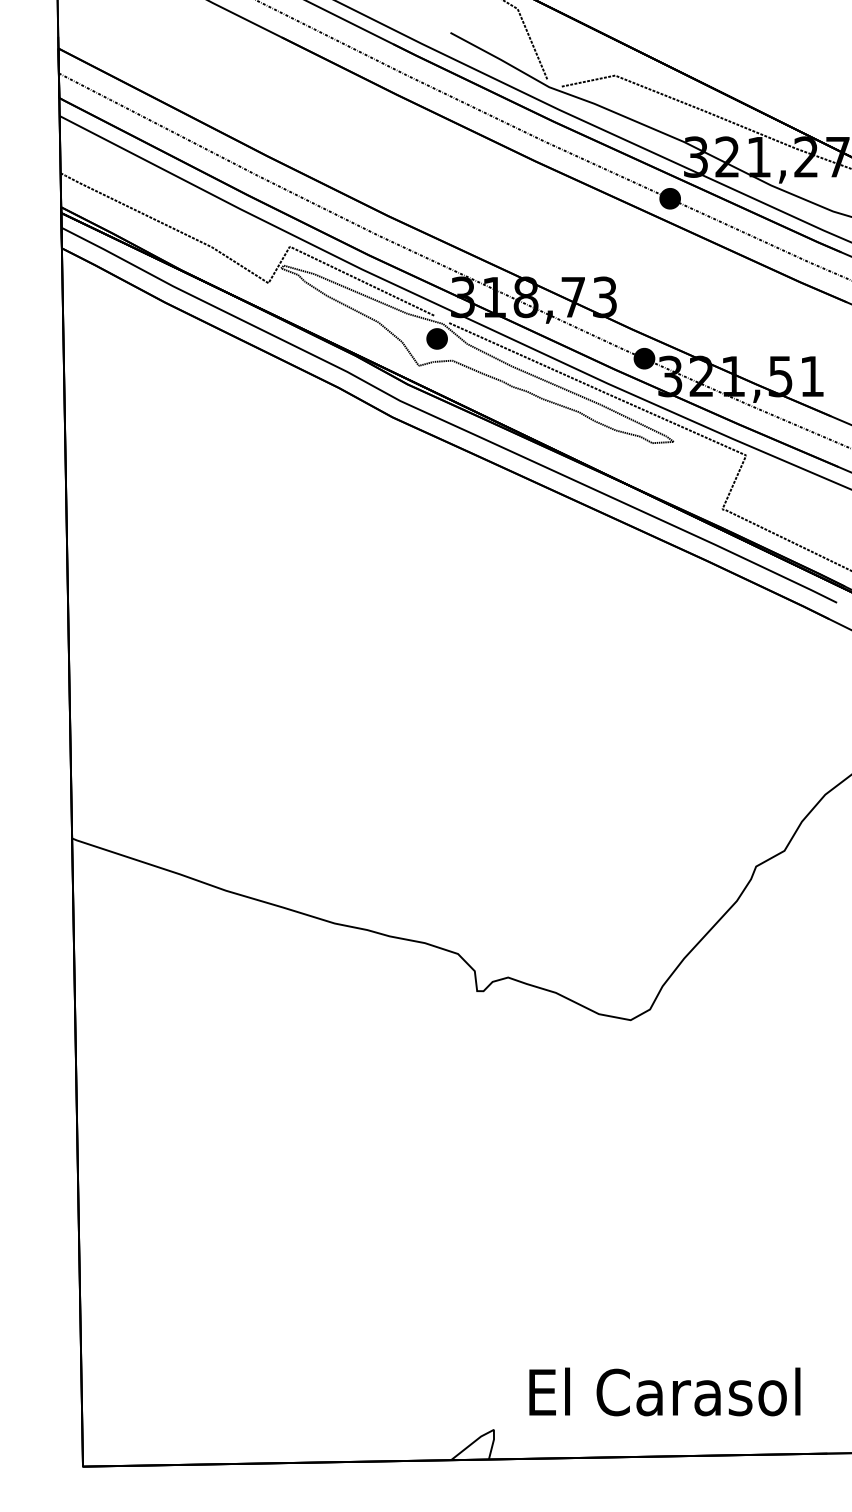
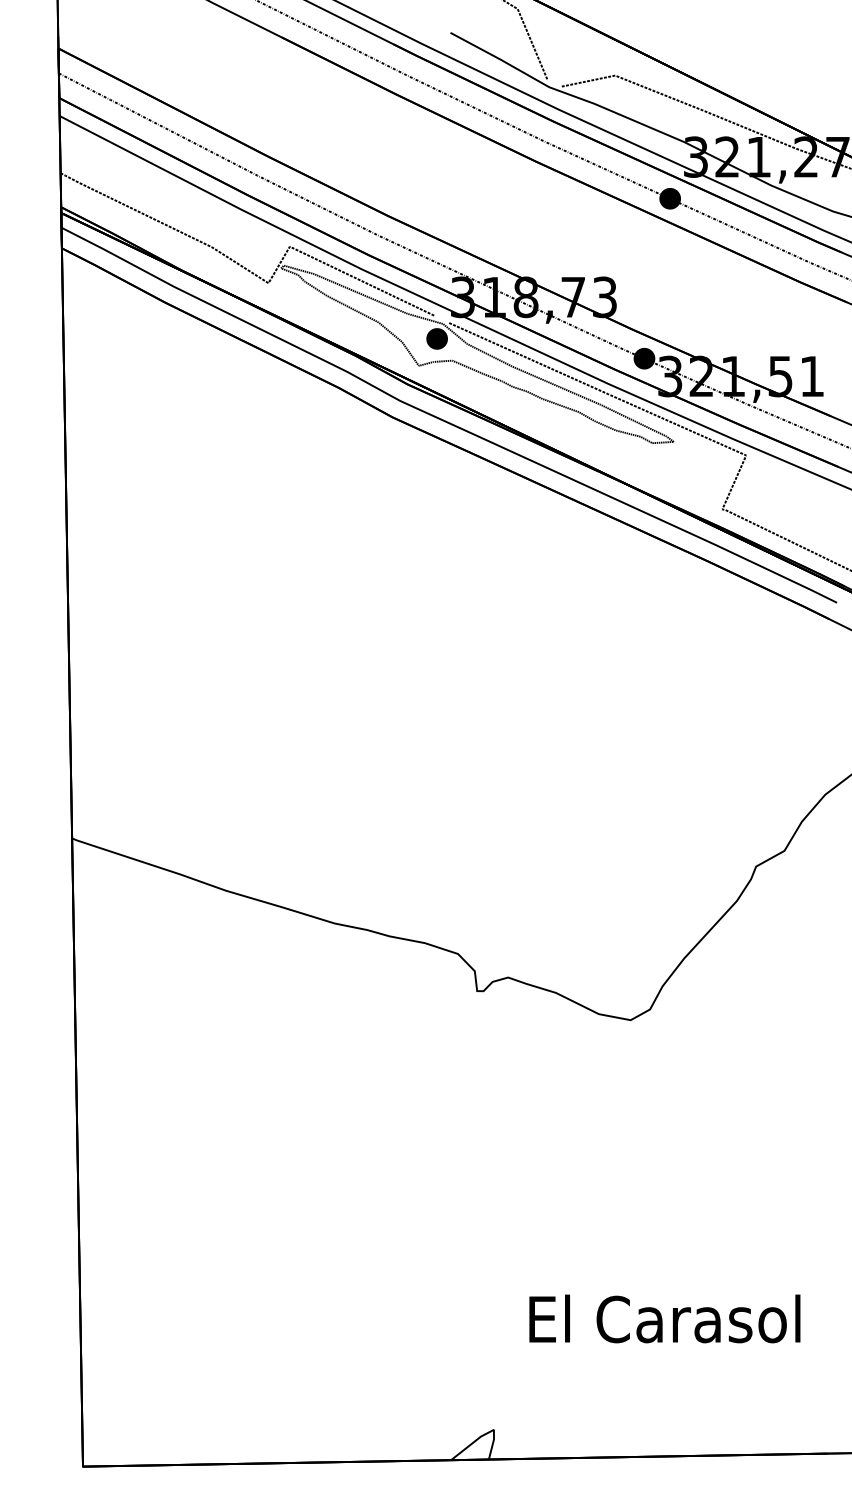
text at (664, 1391) position: (664, 1391) -> (664, 1318)
